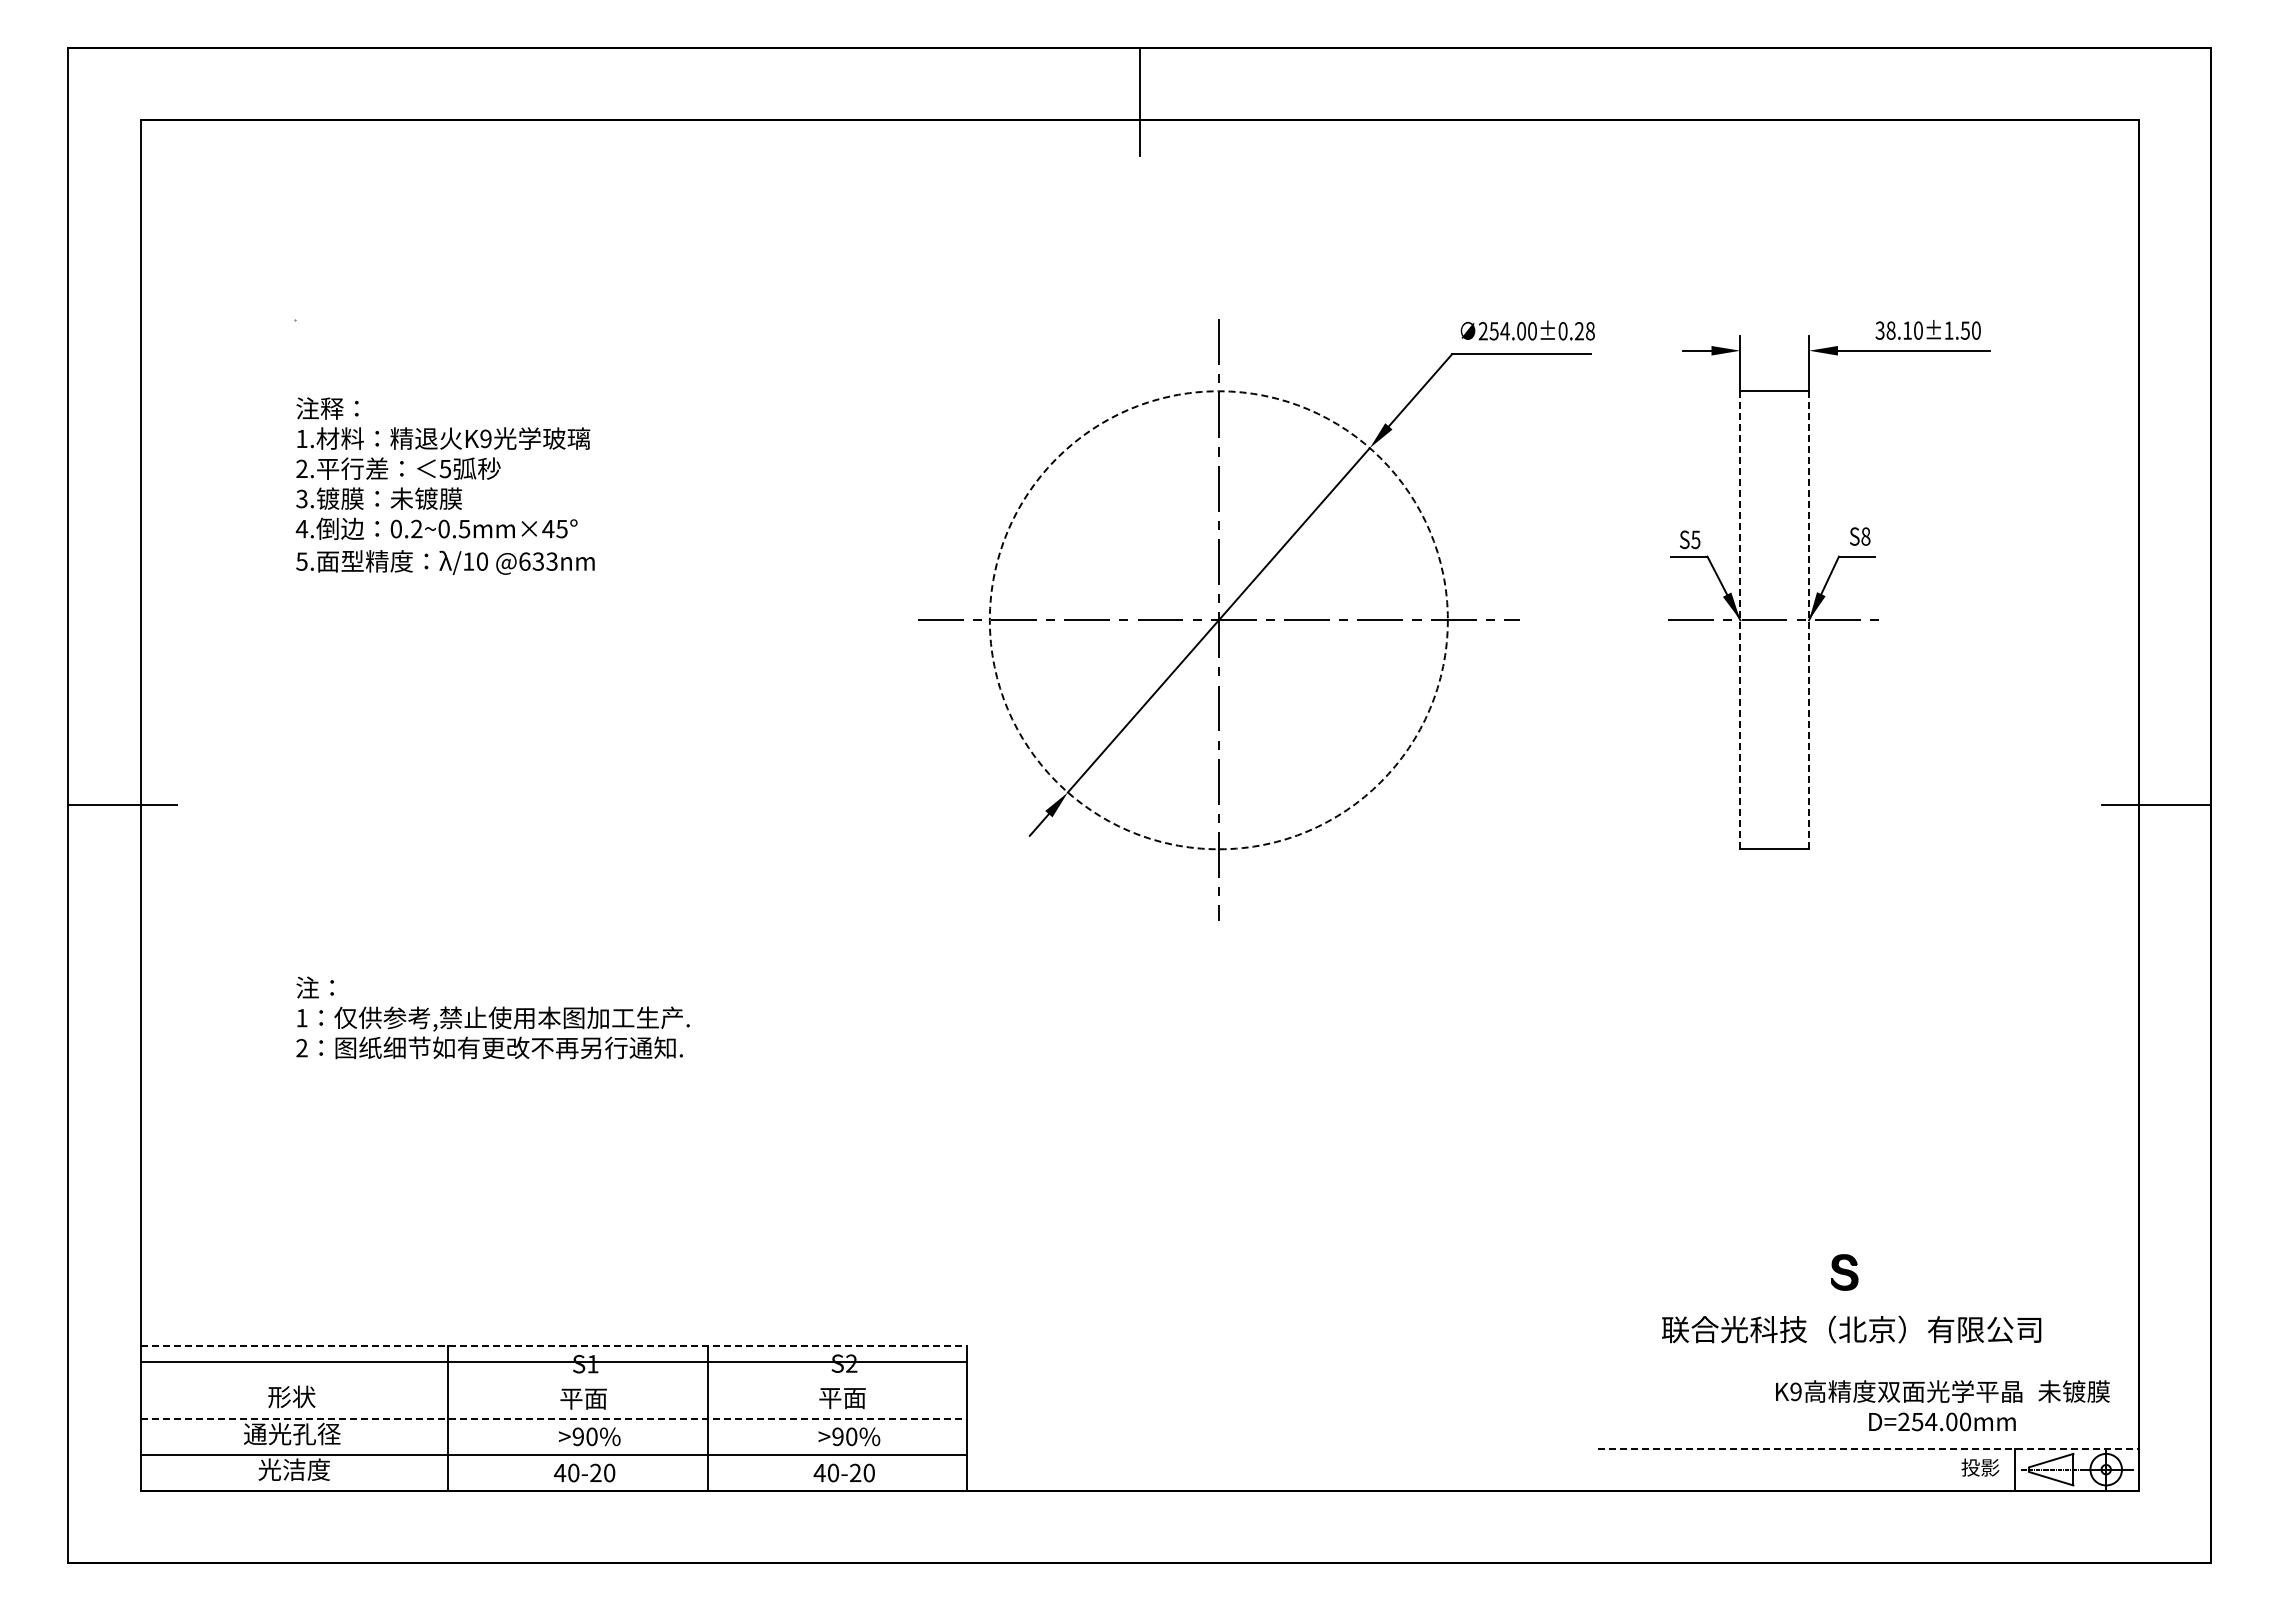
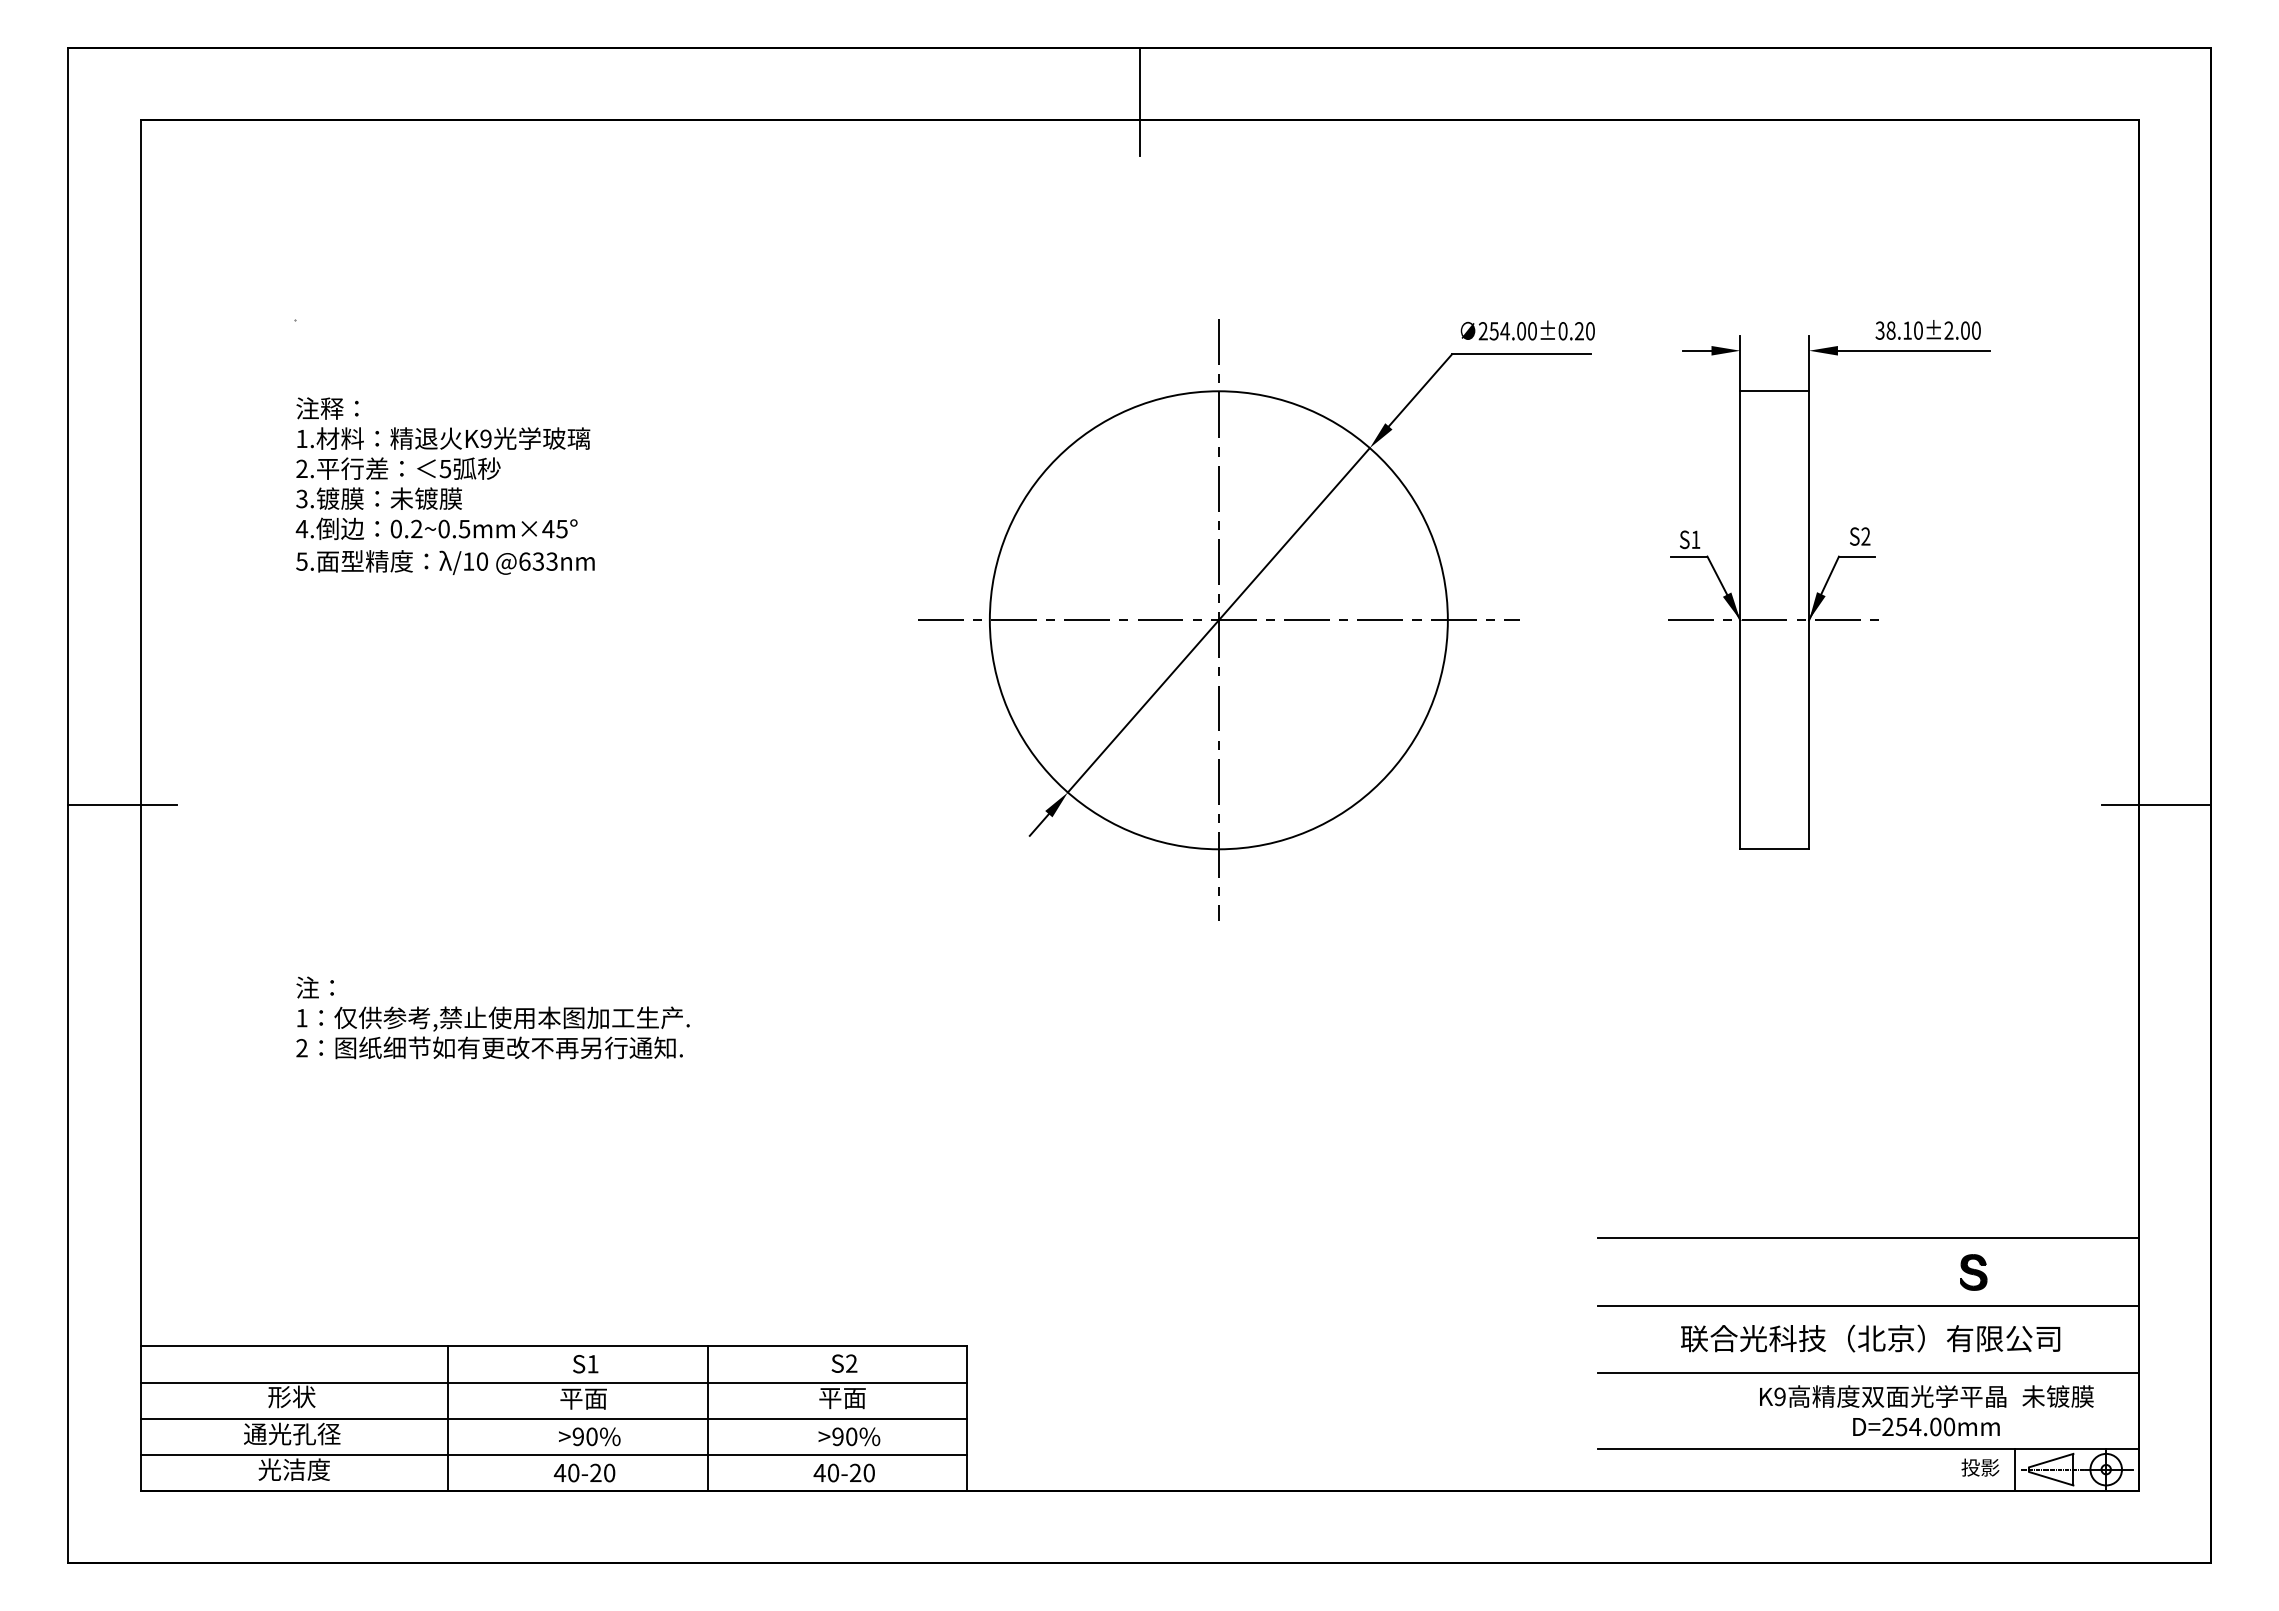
text at (1956, 330): 38.10±1.50 -> 38.10±2.00
text at (1590, 331): 254.00±0.28 -> 254.00±0.20
text at (1865, 536): S8 -> S2
text at (1695, 539): S5 -> S1
circle at (1218, 620): dashed -> solid
line at (1740, 620): dashed -> solid
line at (1809, 620): dashed -> solid
line at (1867, 1238): none -> present
part at (1844, 1272) position: (1844, 1272) -> (1973, 1272)
line at (1867, 1305): none -> present
text at (1851, 1329) position: (1851, 1329) -> (1870, 1338)
line at (554, 1346): dashed -> solid
line at (553, 1361) position: (553, 1361) -> (553, 1382)
line at (1867, 1372): none -> present
text at (1942, 1405) position: (1942, 1405) -> (1926, 1410)
line at (554, 1418): dashed -> solid
line at (1868, 1448): dashed -> solid
